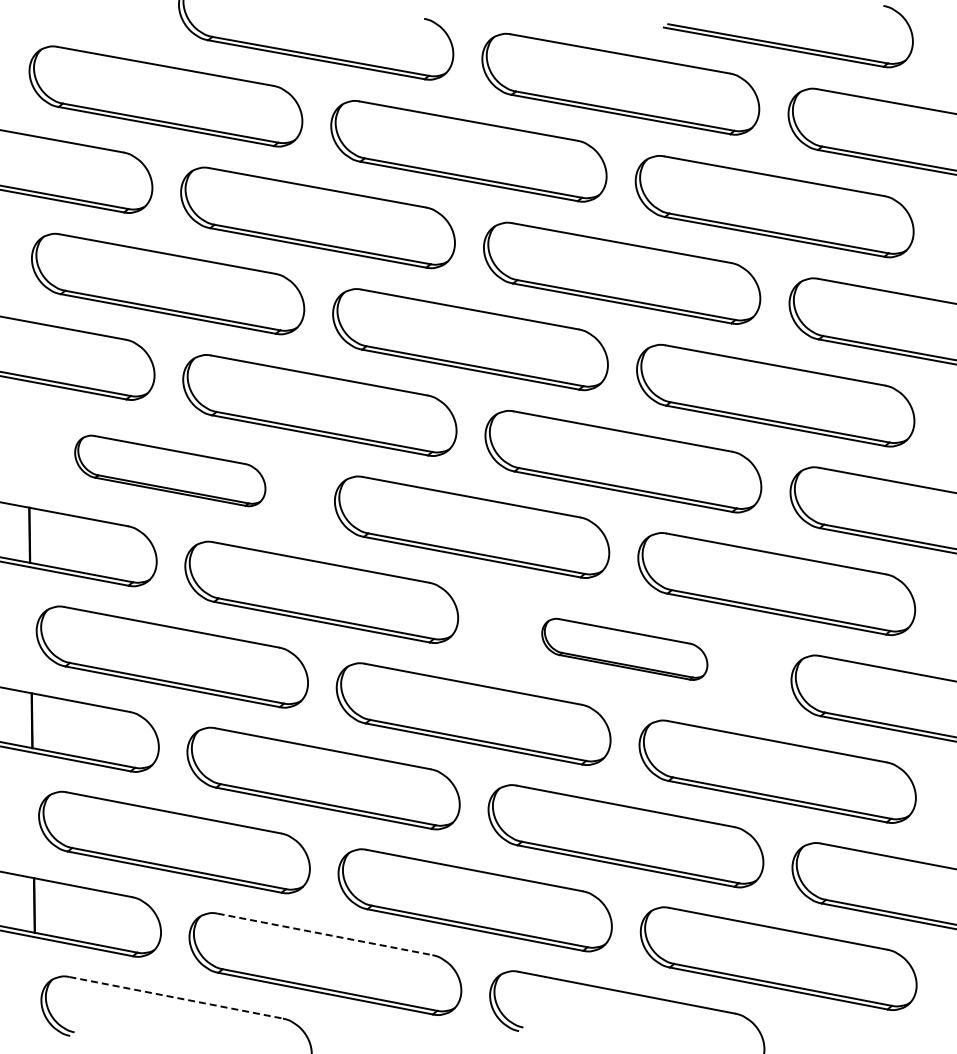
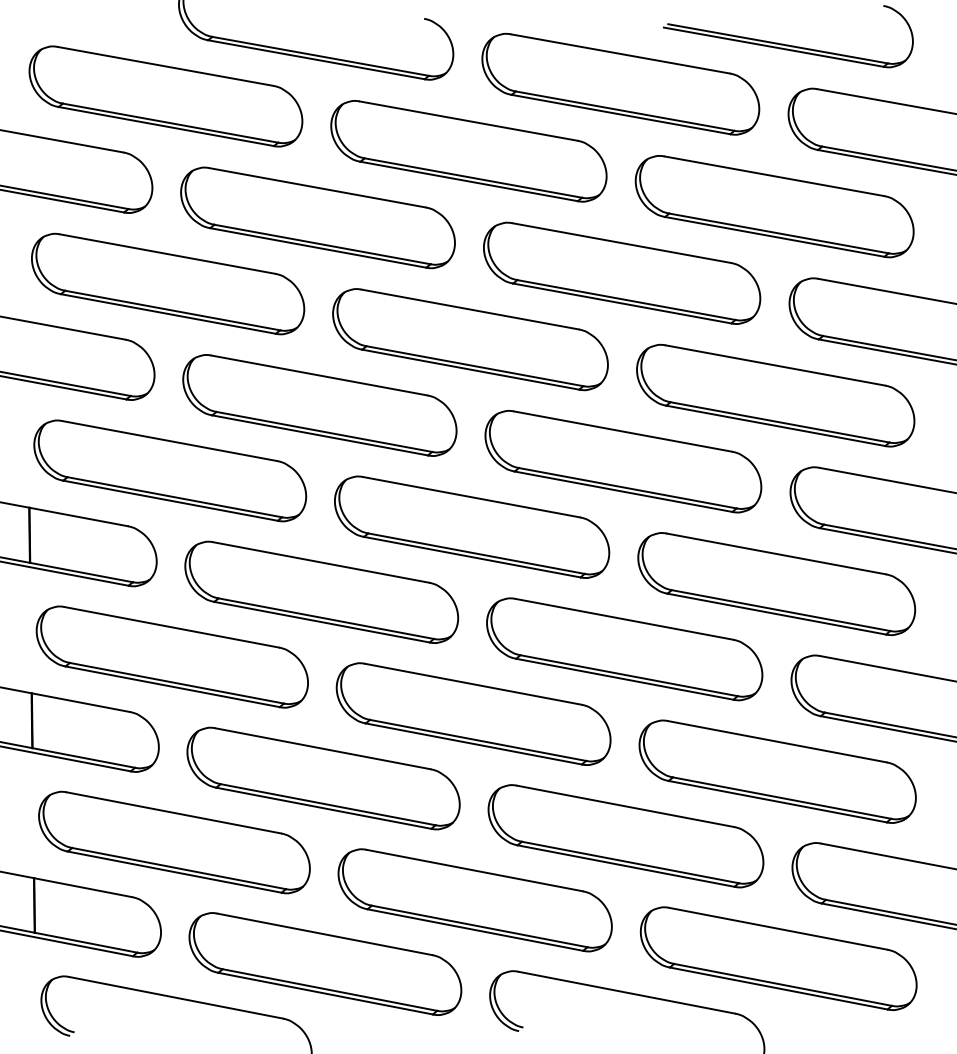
part at (170, 470) size: 193x74 px -> 275x104 px
part at (624, 648) size: 168x64 px -> 278x105 px
line at (325, 934): dashed -> solid
line at (176, 997): dashed -> solid
